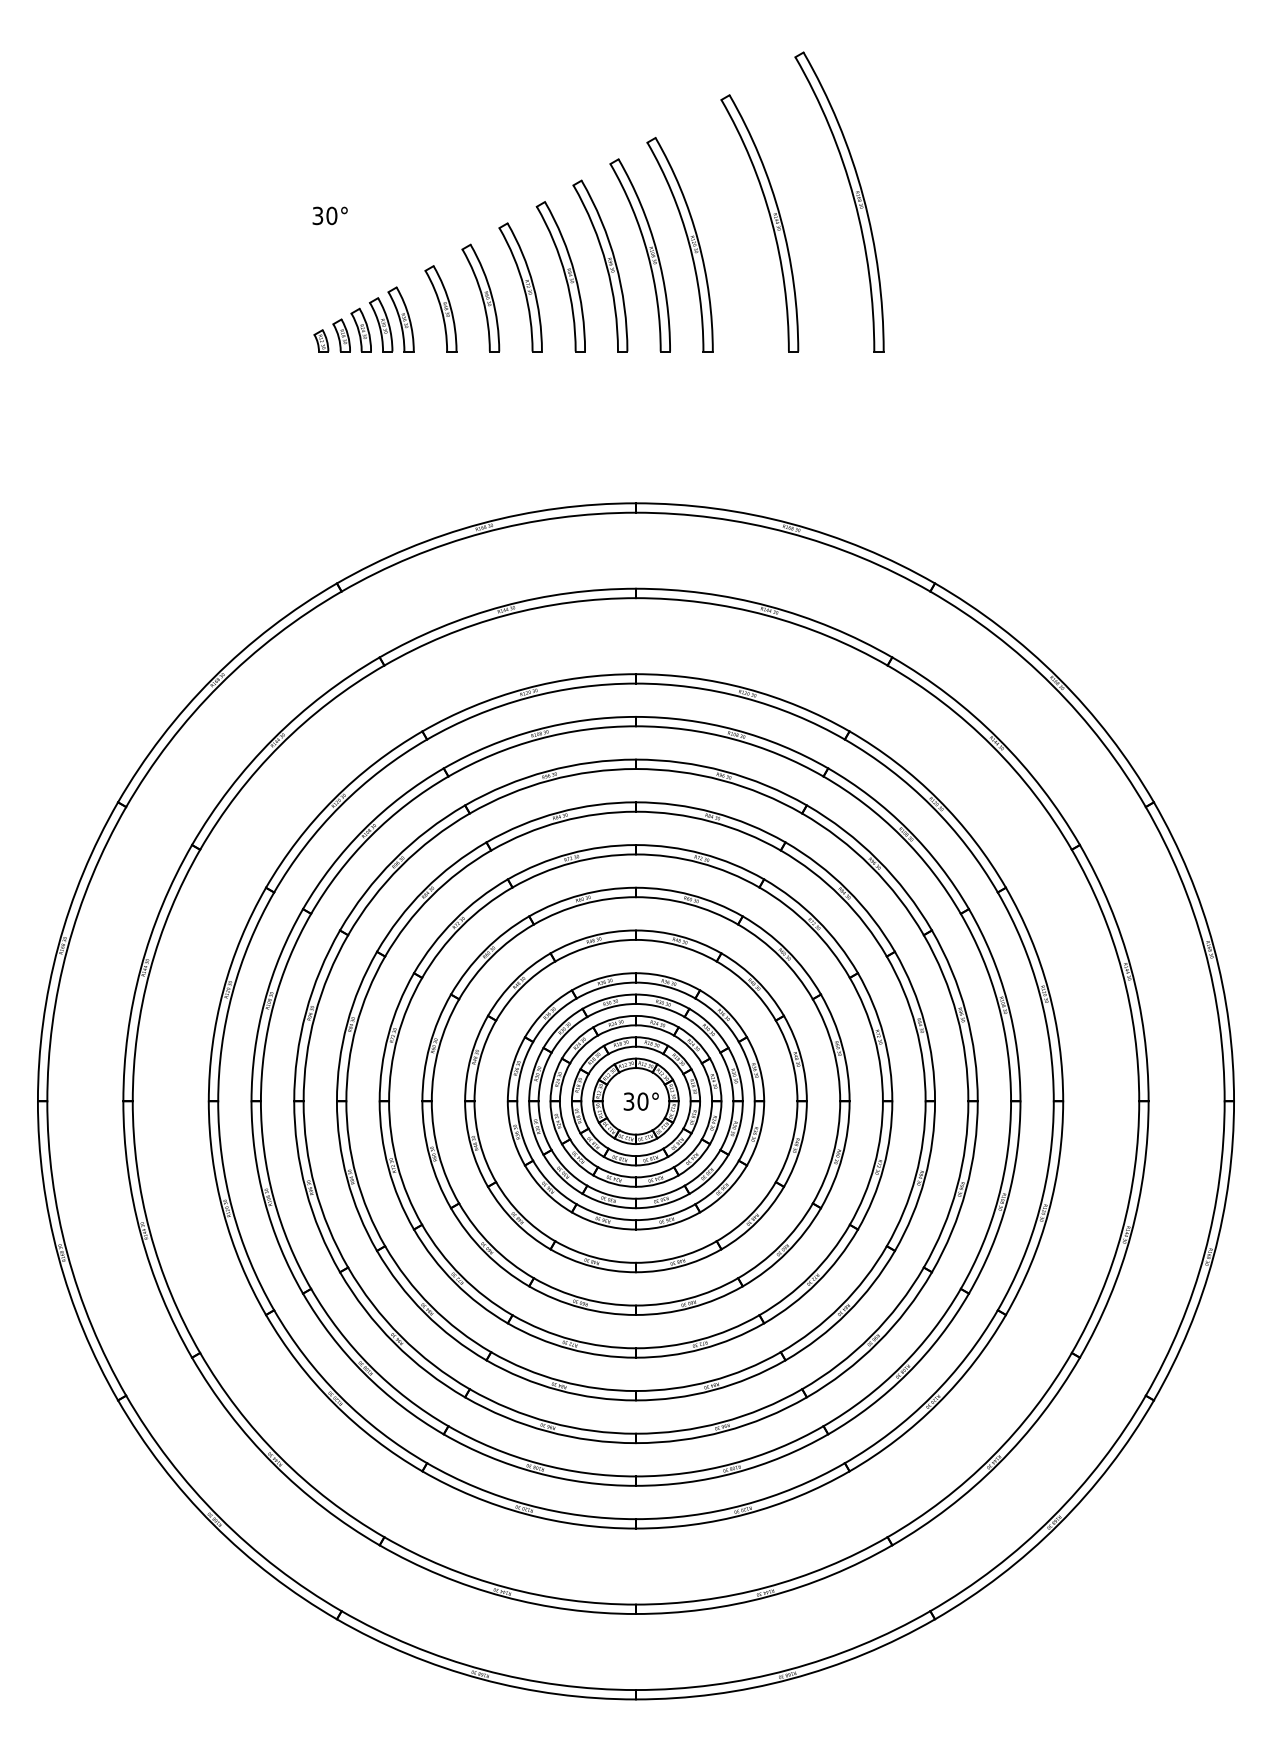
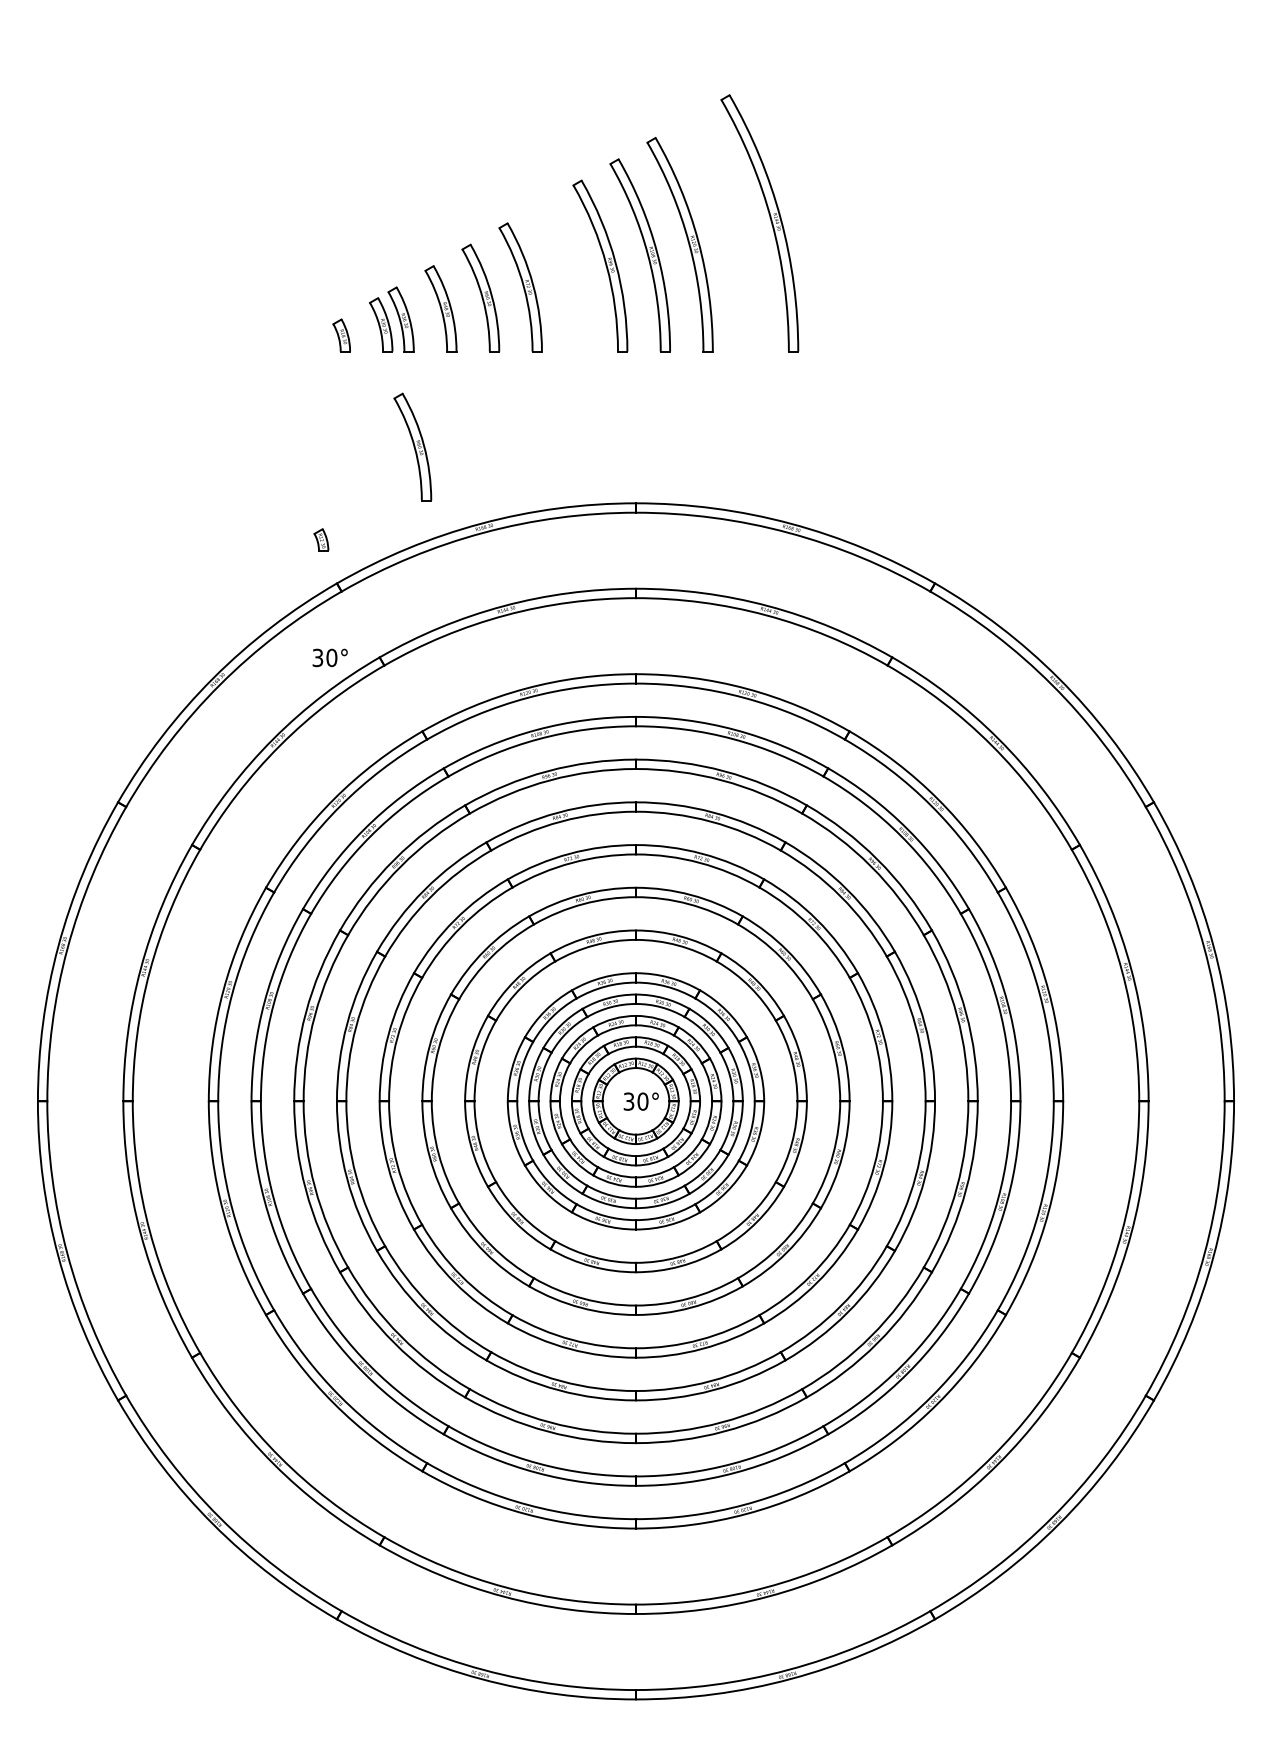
part at (852, 197): present -> none
text at (329, 215) position: (329, 215) -> (329, 657)
part at (560, 276): present -> none
part at (360, 329): present -> none
part at (321, 340) position: (321, 340) -> (321, 539)
part at (412, 446): none -> present
